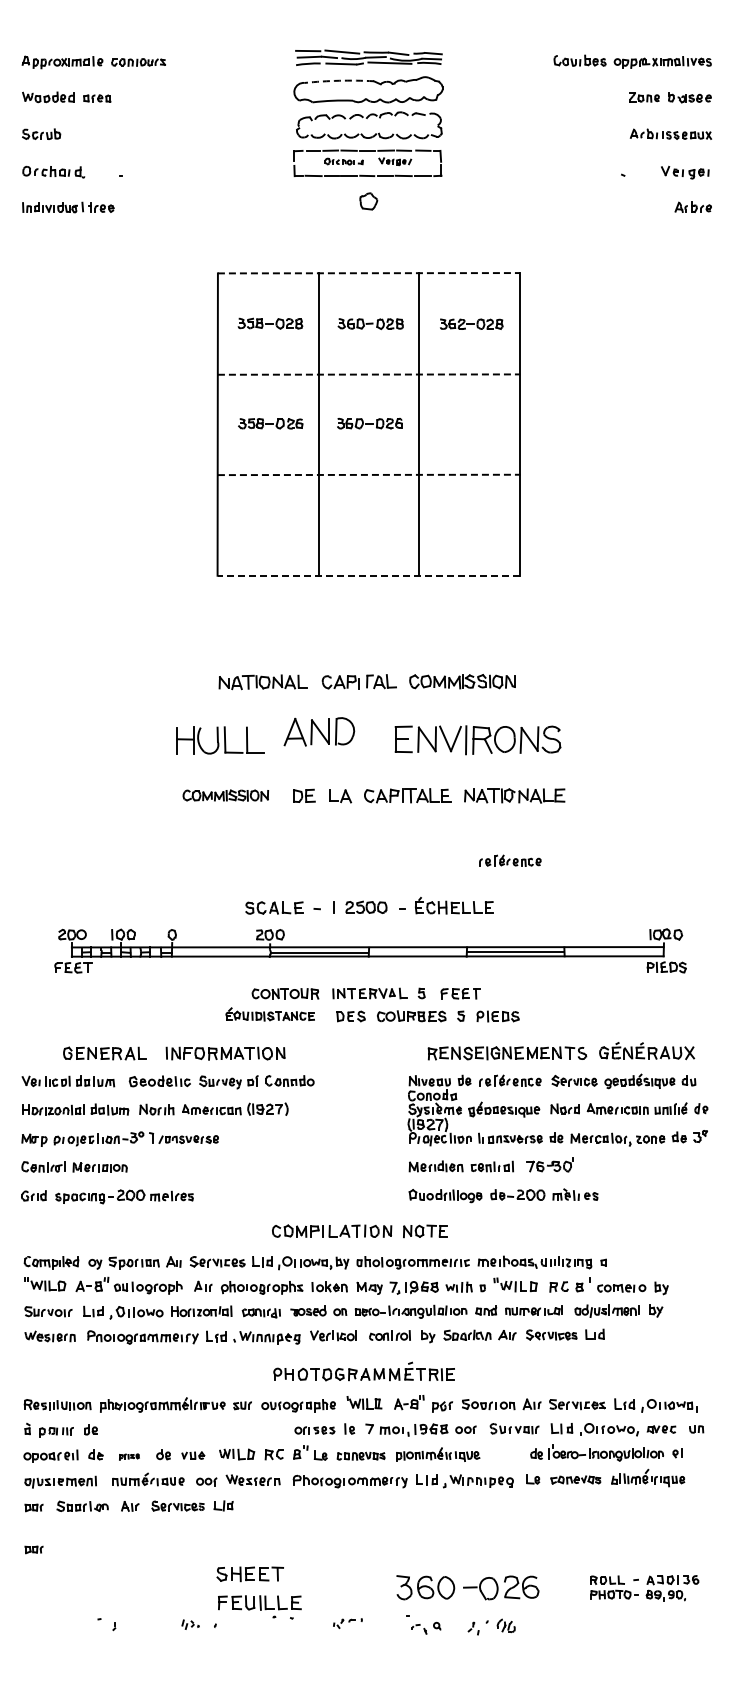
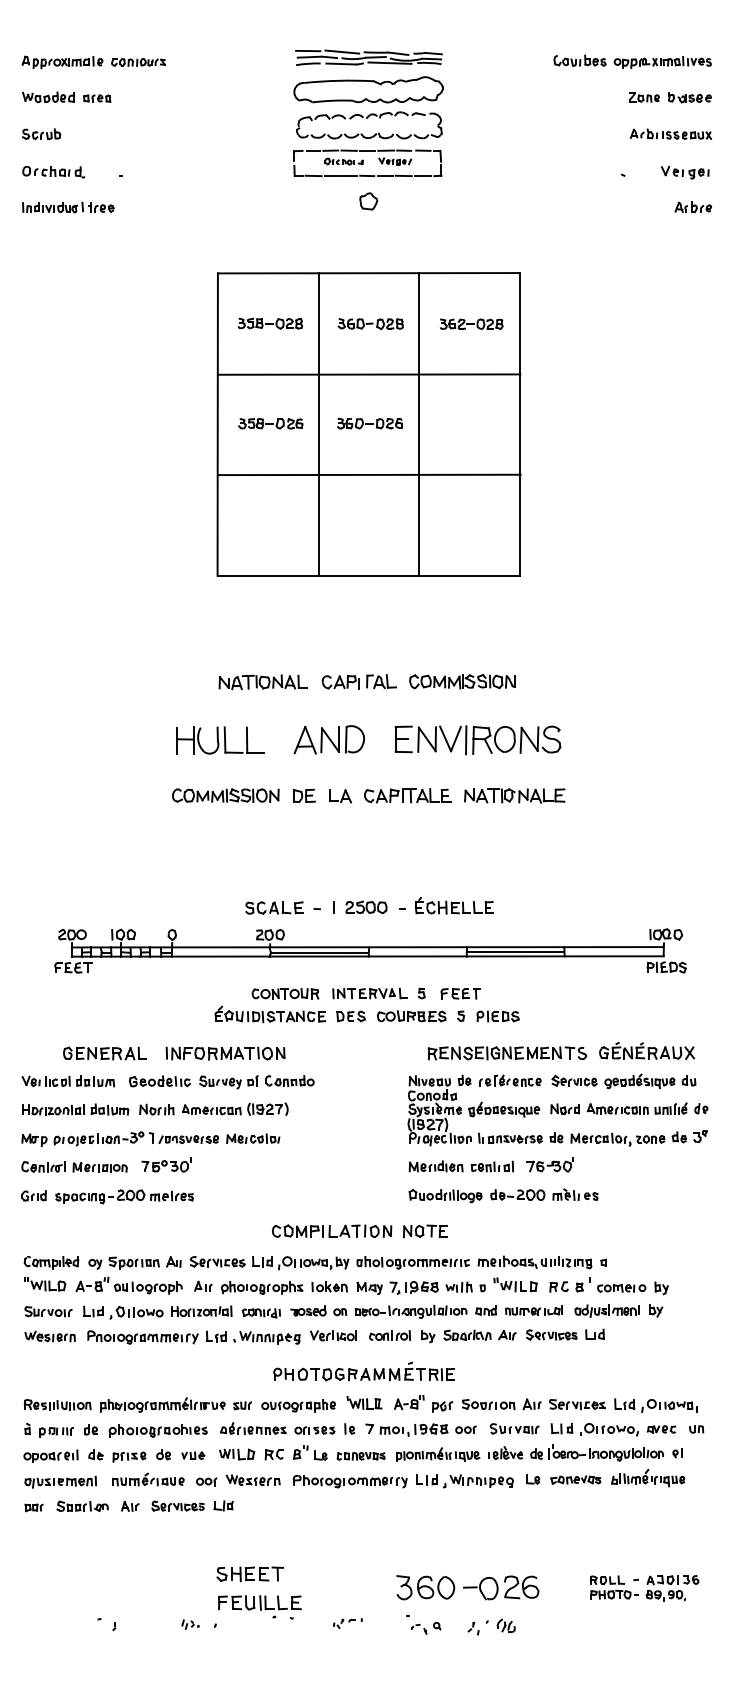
arc at (339, 80): dashed -> solid
line at (369, 273): dashed -> solid
line at (369, 374): dashed -> solid
line at (369, 474): dashed -> solid
line at (368, 575): dashed -> solid
part at (319, 731) position: (319, 731) -> (329, 739)
part at (225, 795) size: 87x13 px -> 108x15 px
part at (510, 860): present -> none
part at (269, 1014) size: 90x15 px -> 112x19 px
part at (253, 1138): none -> present
part at (166, 1164): none -> present
part at (253, 1428): none -> present
part at (157, 1430): none -> present
part at (505, 1452): none -> present
part at (129, 1456) size: 21x8 px -> 35x12 px
part at (33, 1549): present -> none
